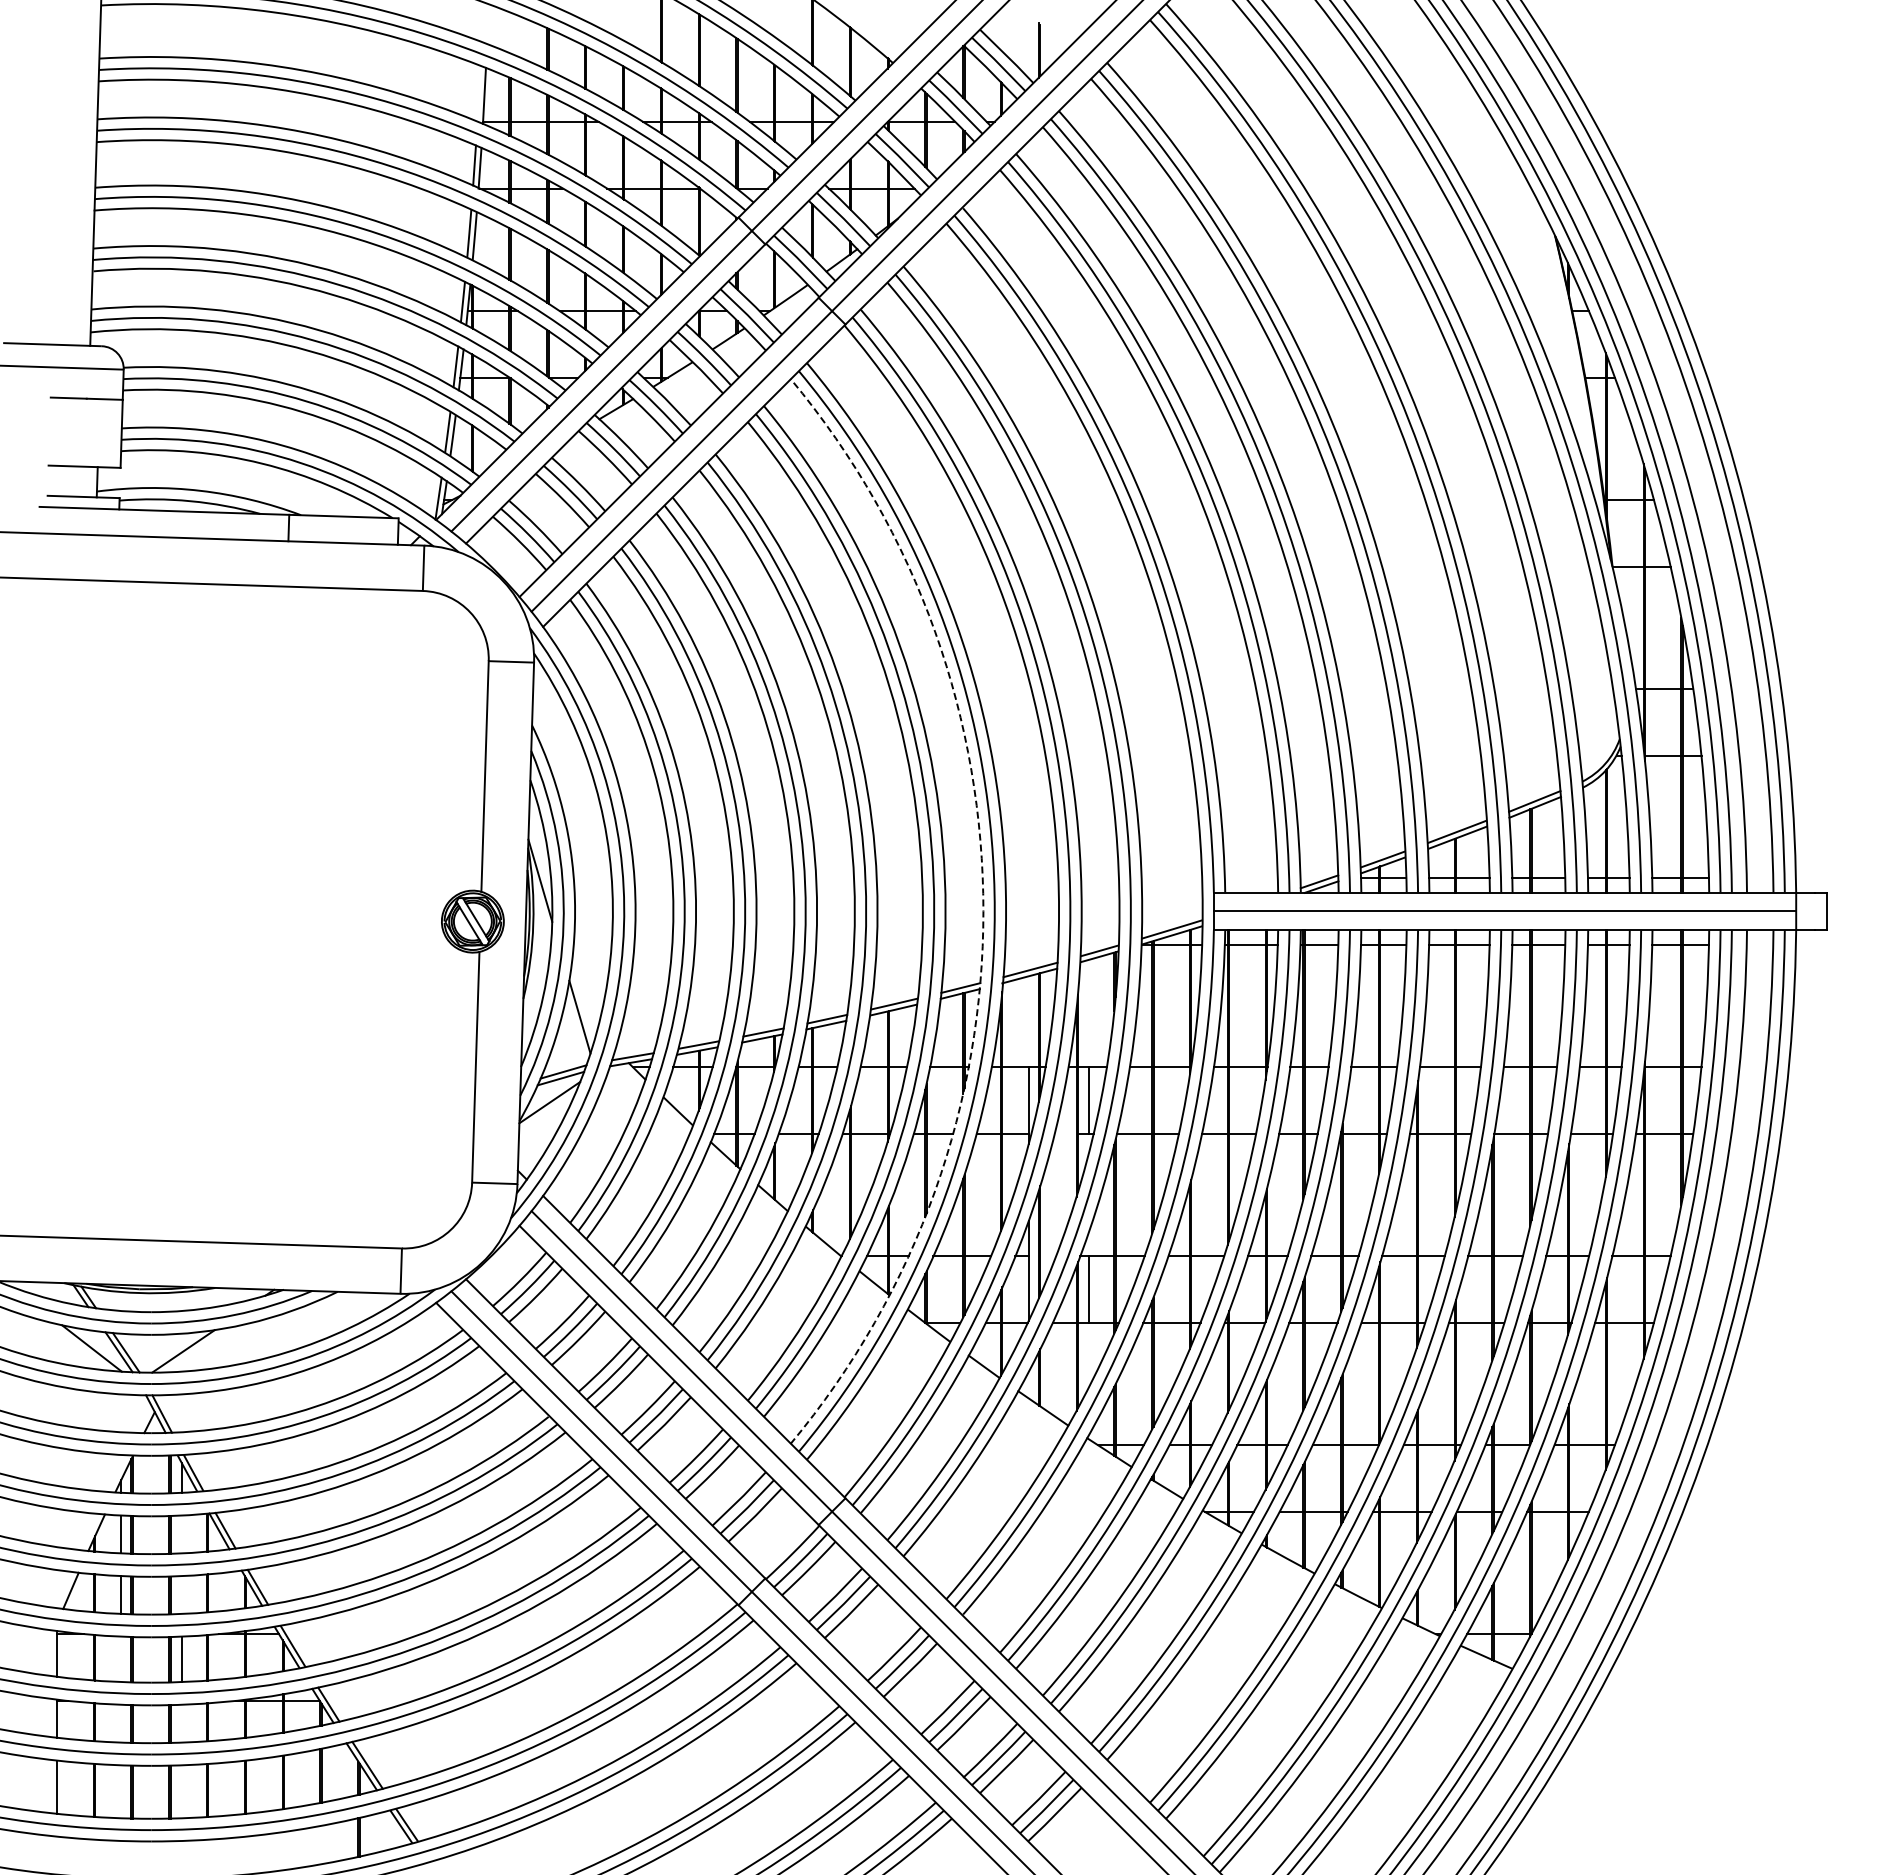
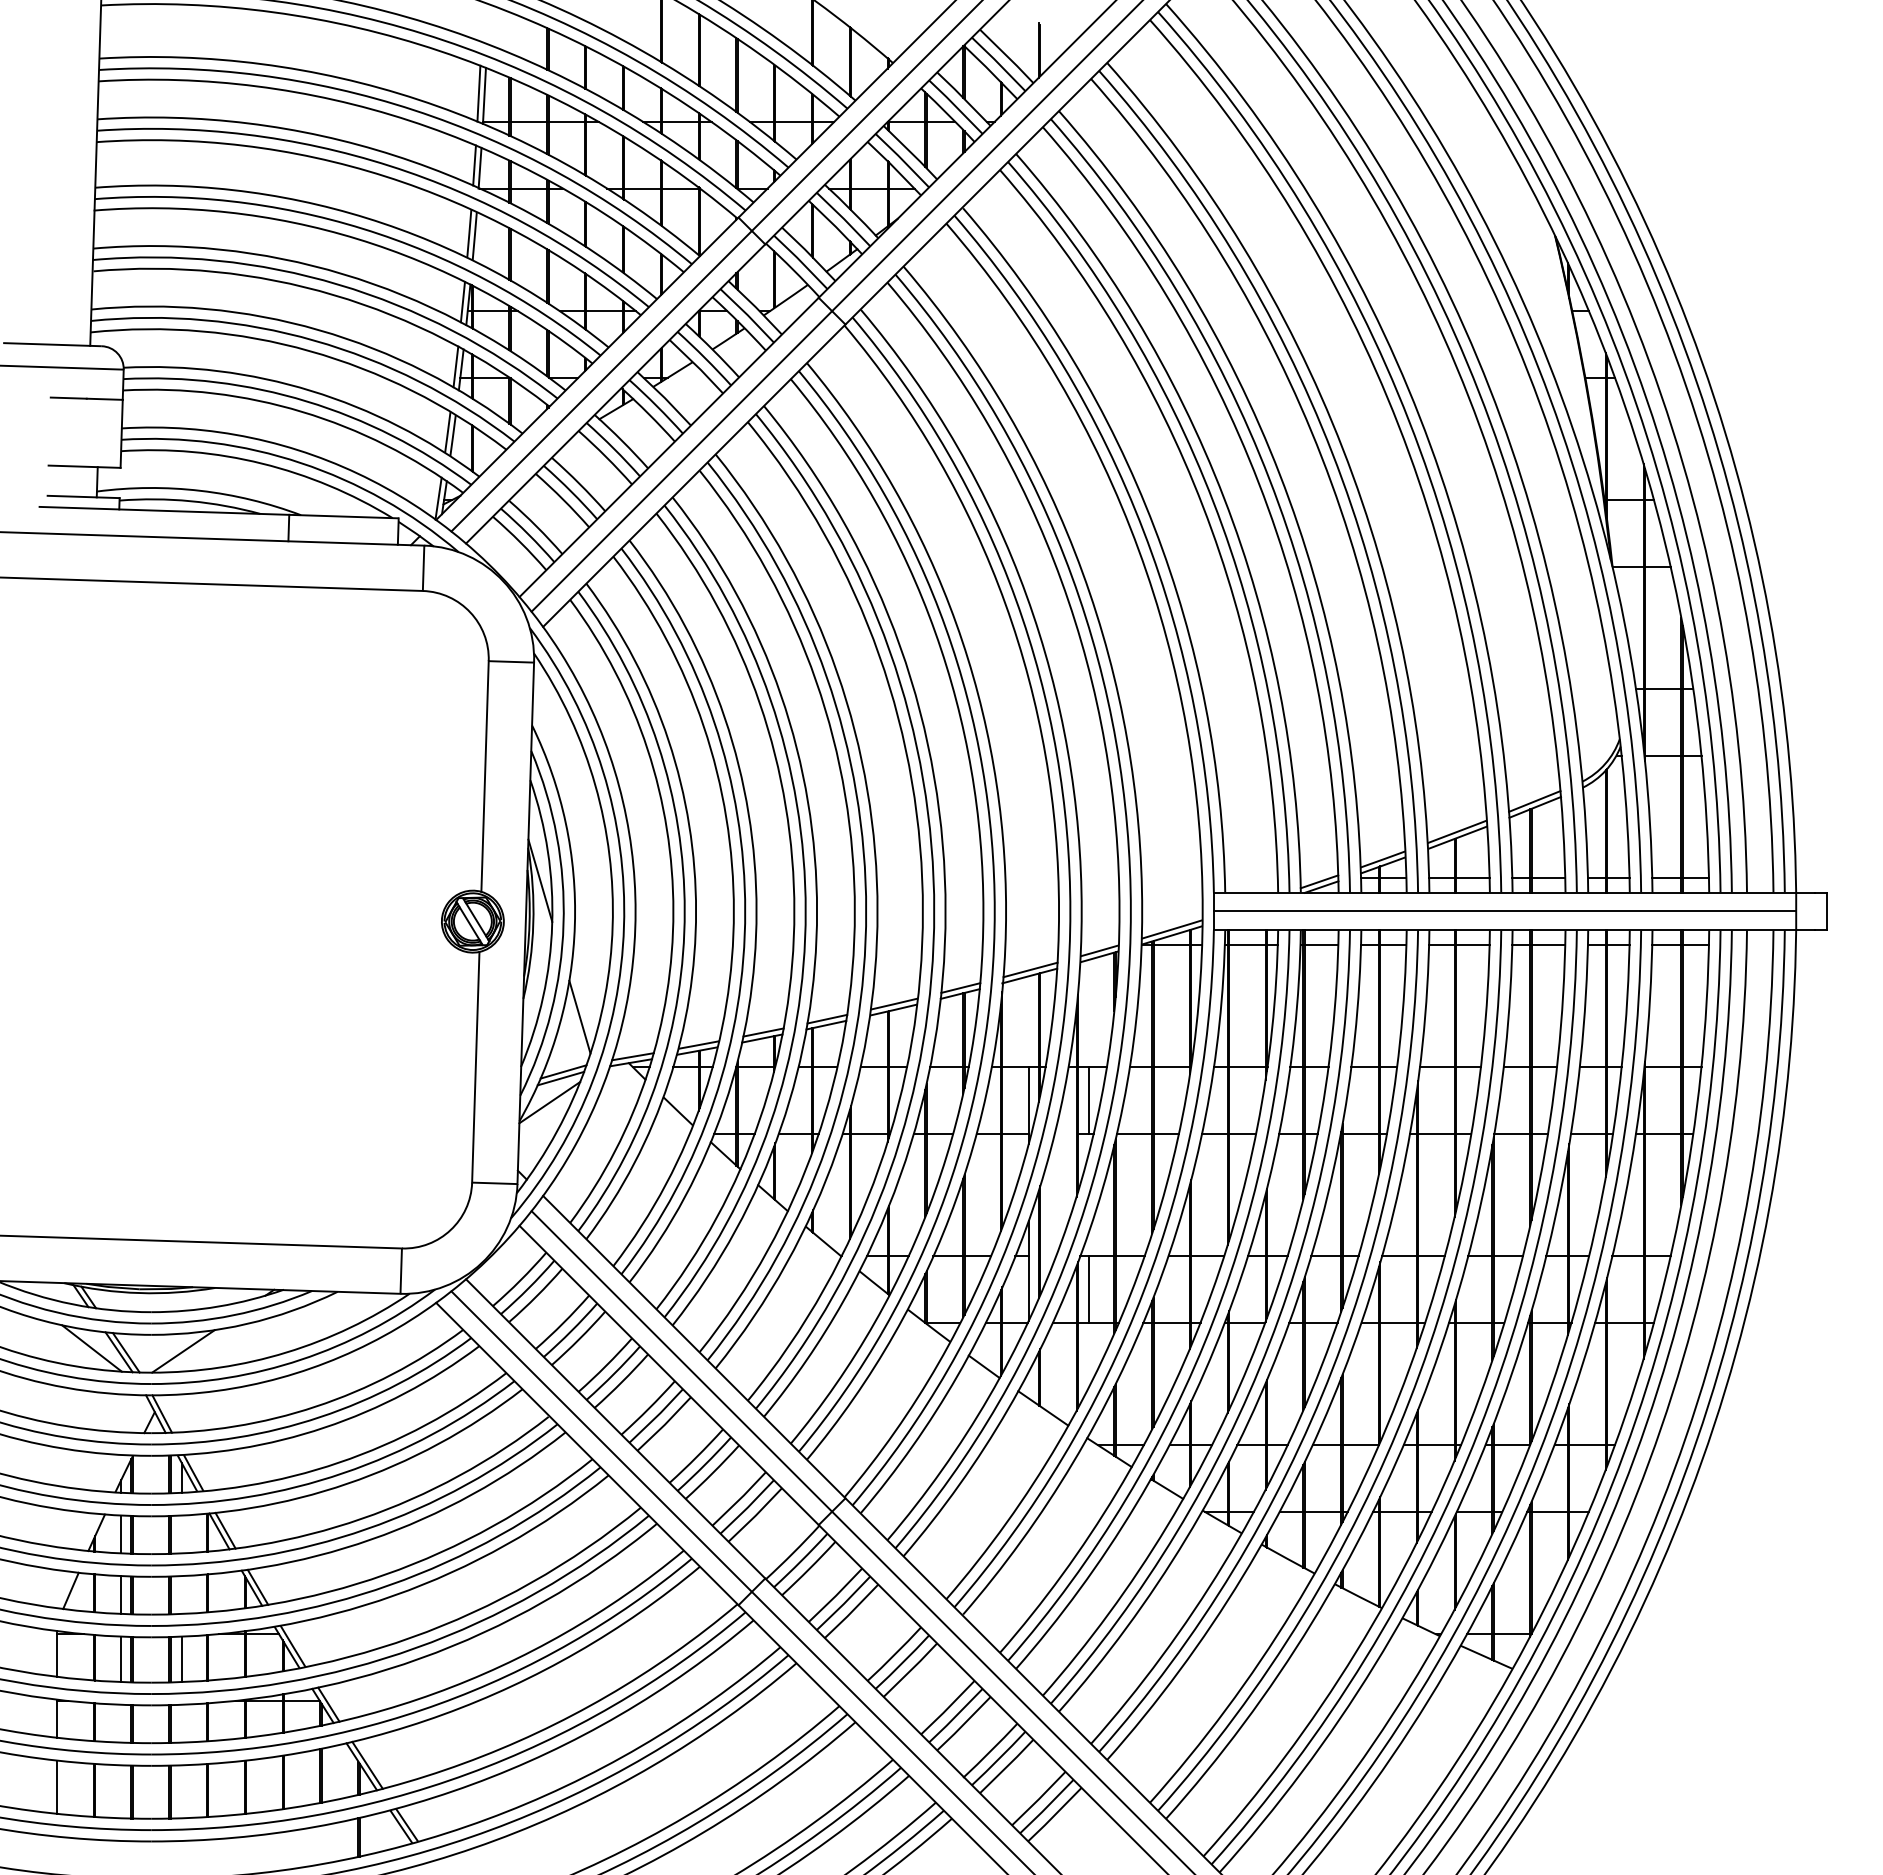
line at (478, 93): none -> present
arc at (983, 911): dashed -> solid
line at (121, 1659): none -> present
